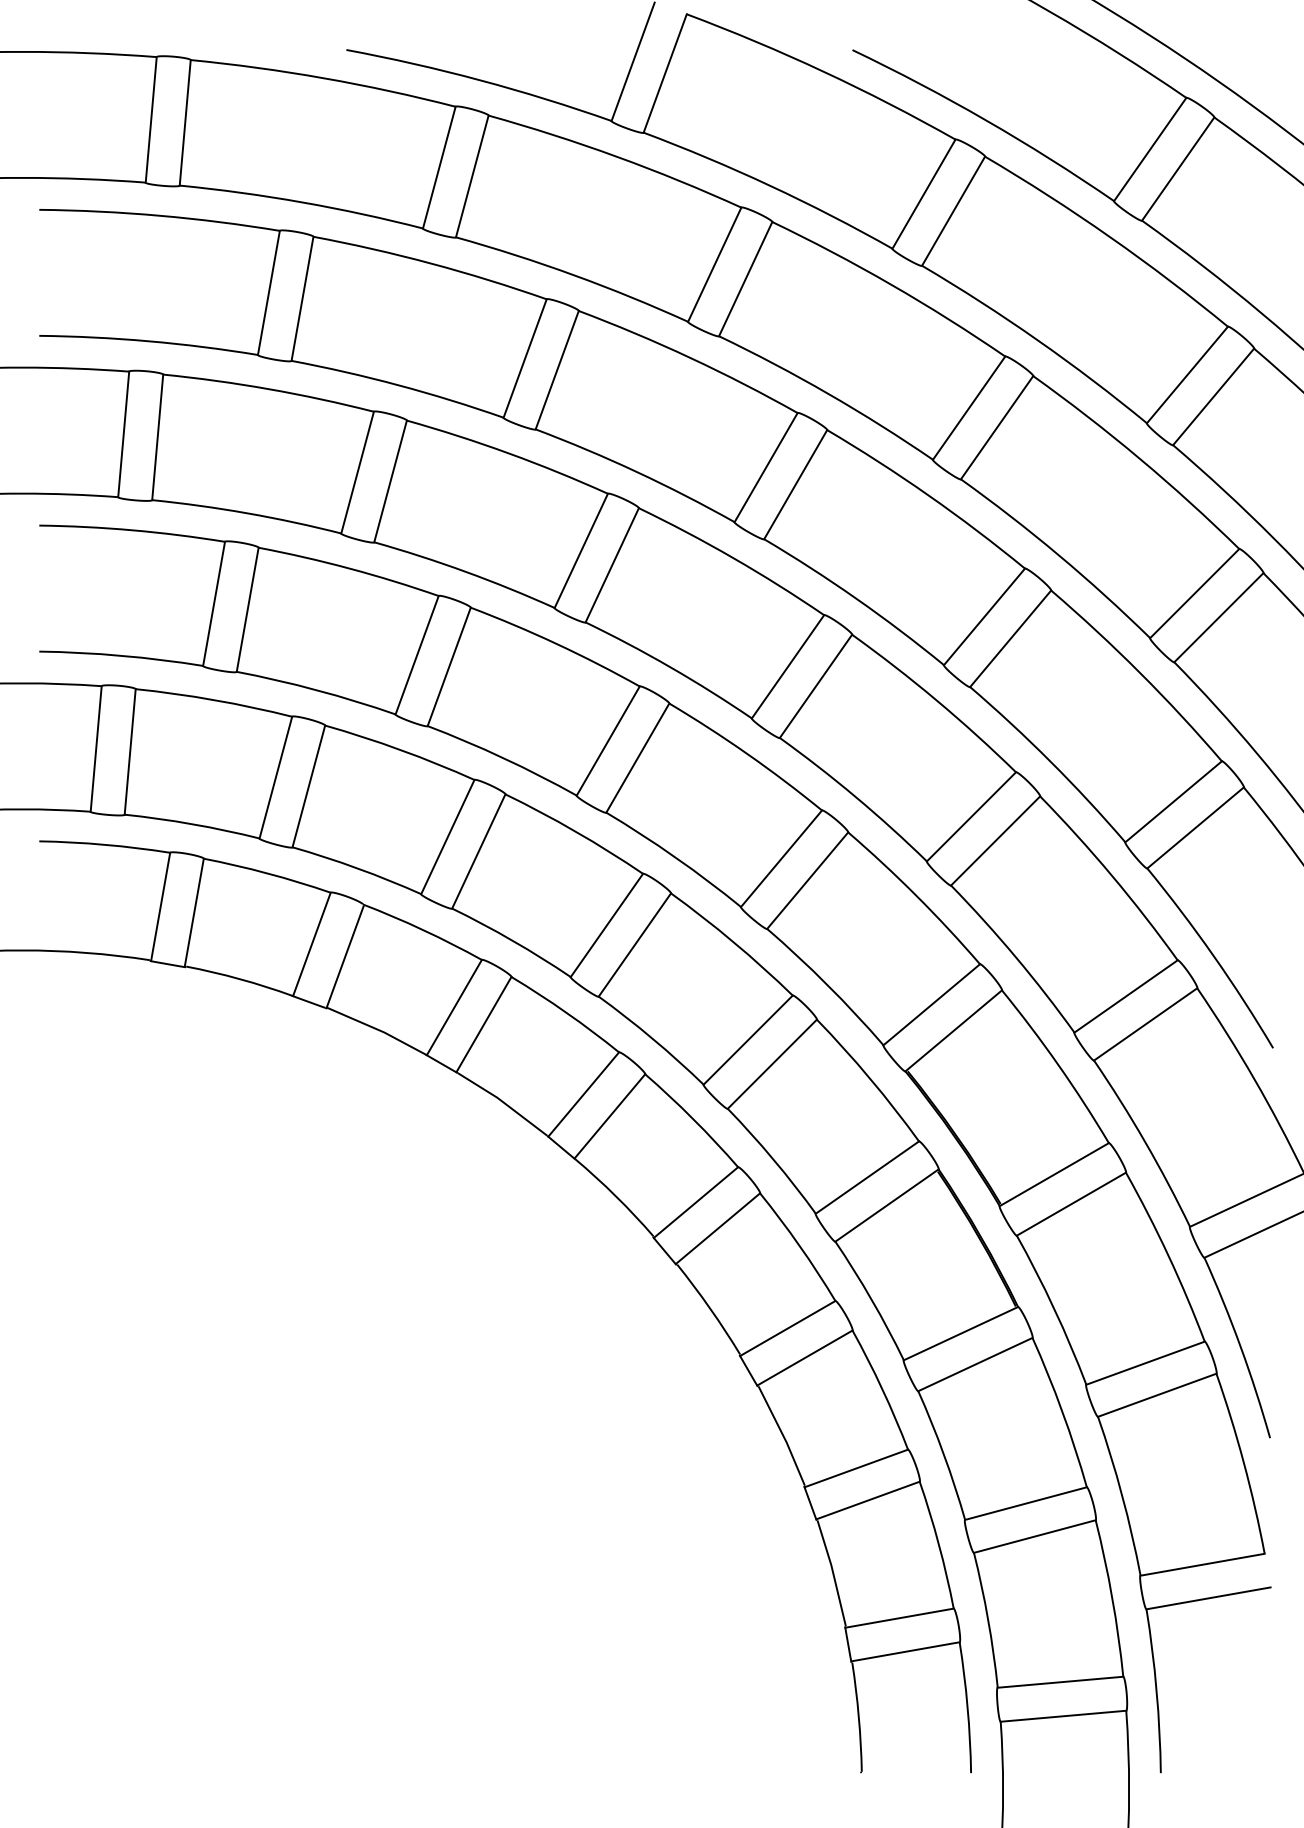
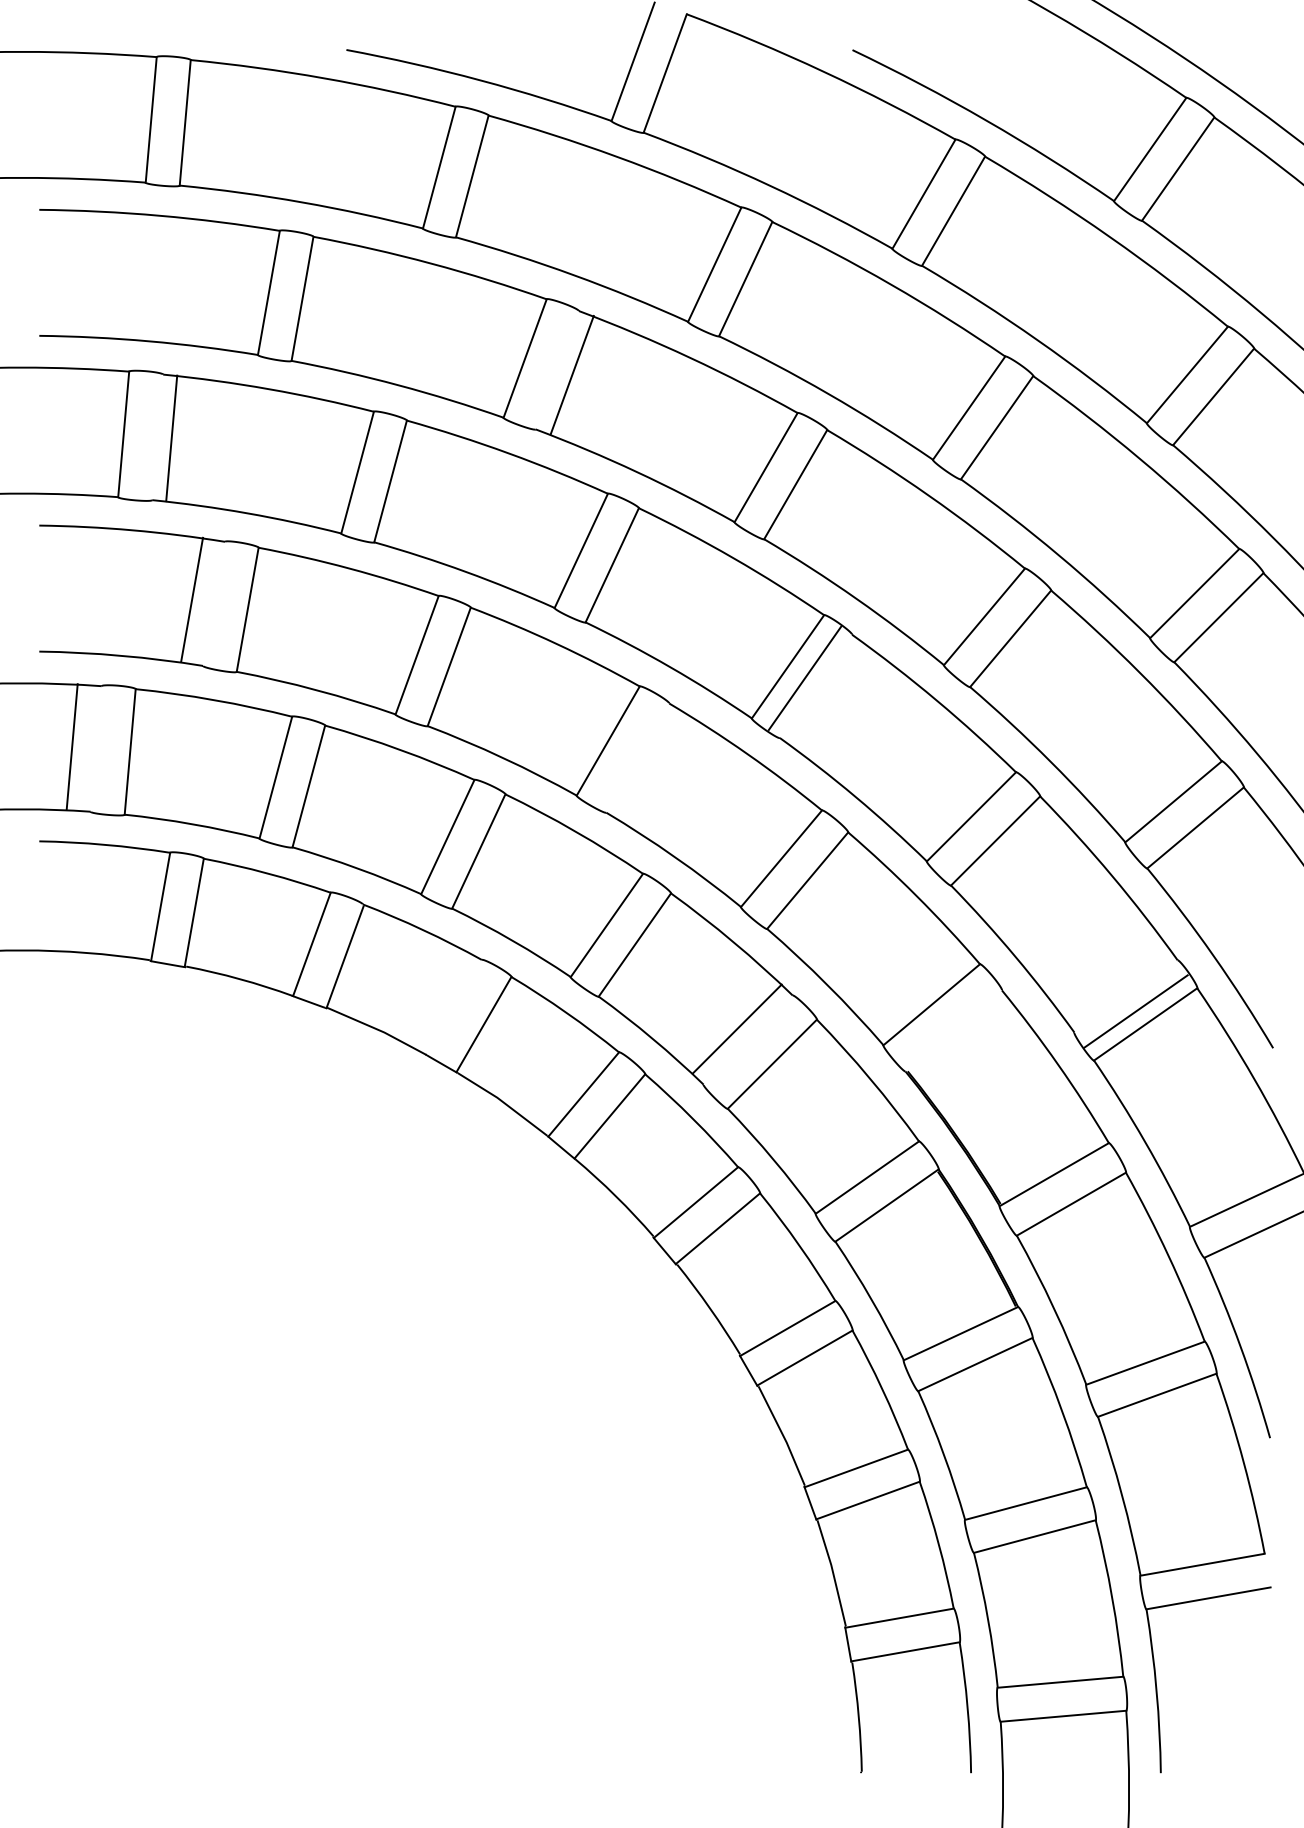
line at (556, 369) position: (556, 369) -> (571, 374)
line at (157, 437) position: (157, 437) -> (171, 438)
line at (214, 603) position: (214, 603) -> (192, 599)
line at (815, 685) position: (815, 685) -> (804, 677)
line at (95, 748) position: (95, 748) -> (71, 746)
line at (637, 757): present -> none
line at (1125, 996) position: (1125, 996) -> (1135, 1011)
line at (453, 1007): present -> none
line at (953, 1030): present -> none
line at (747, 1039) position: (747, 1039) -> (736, 1028)
